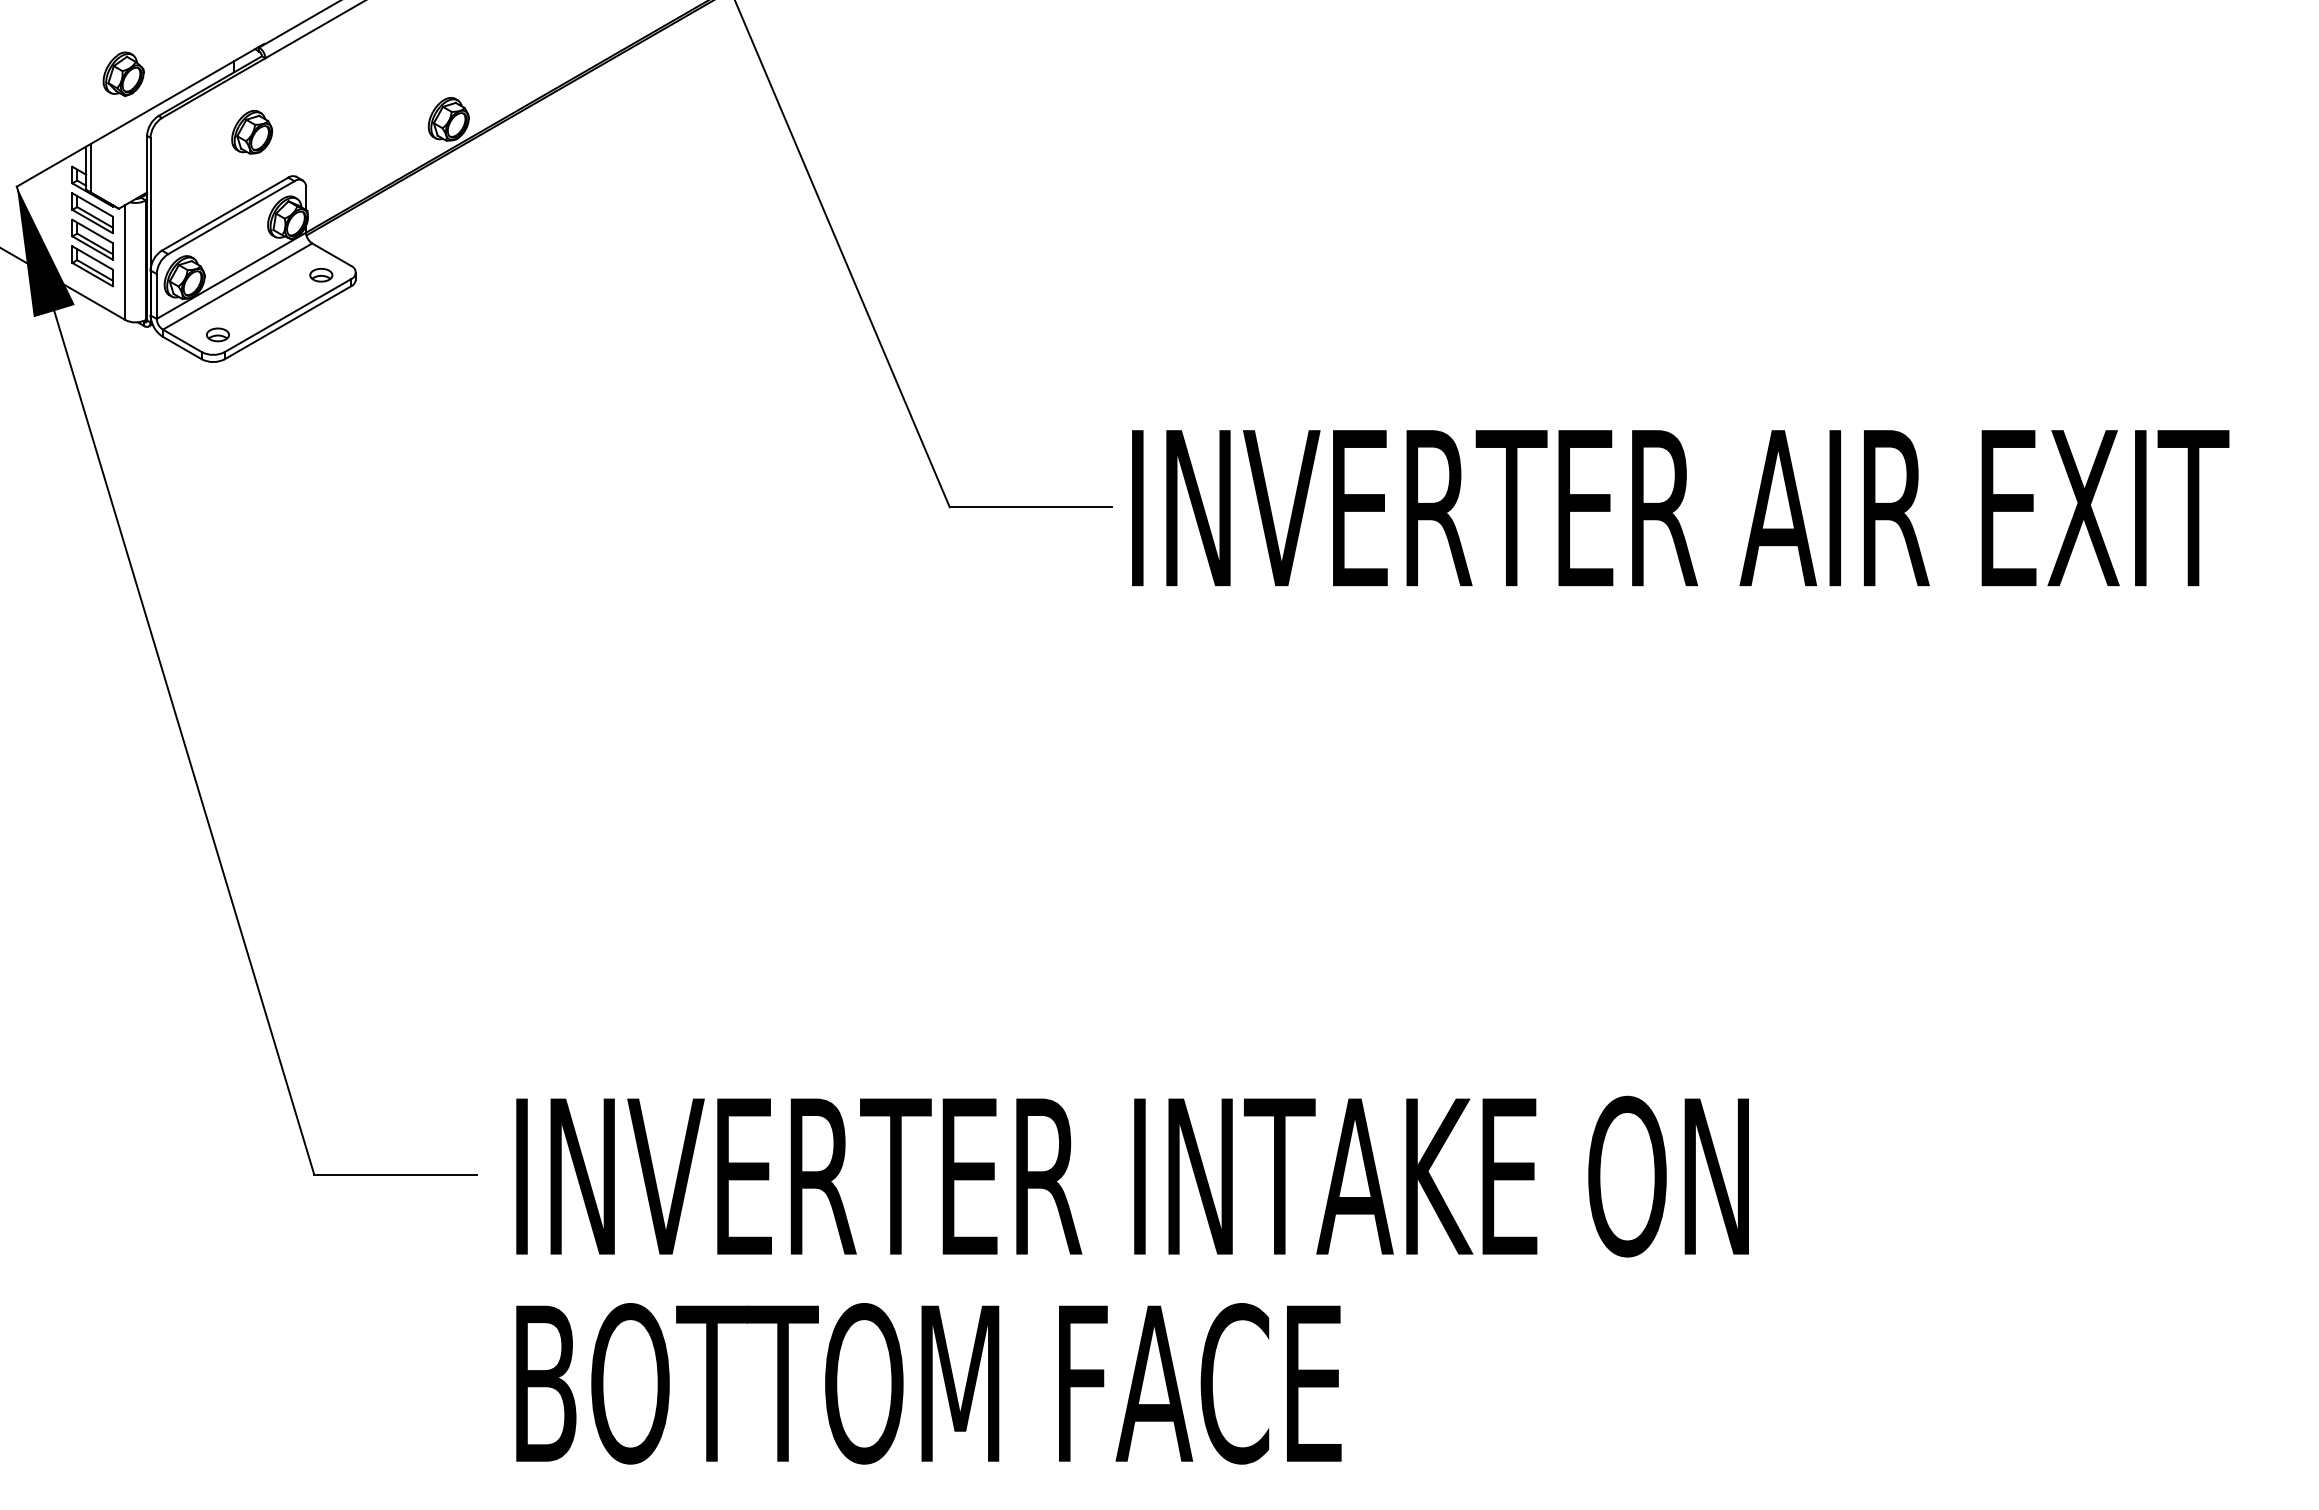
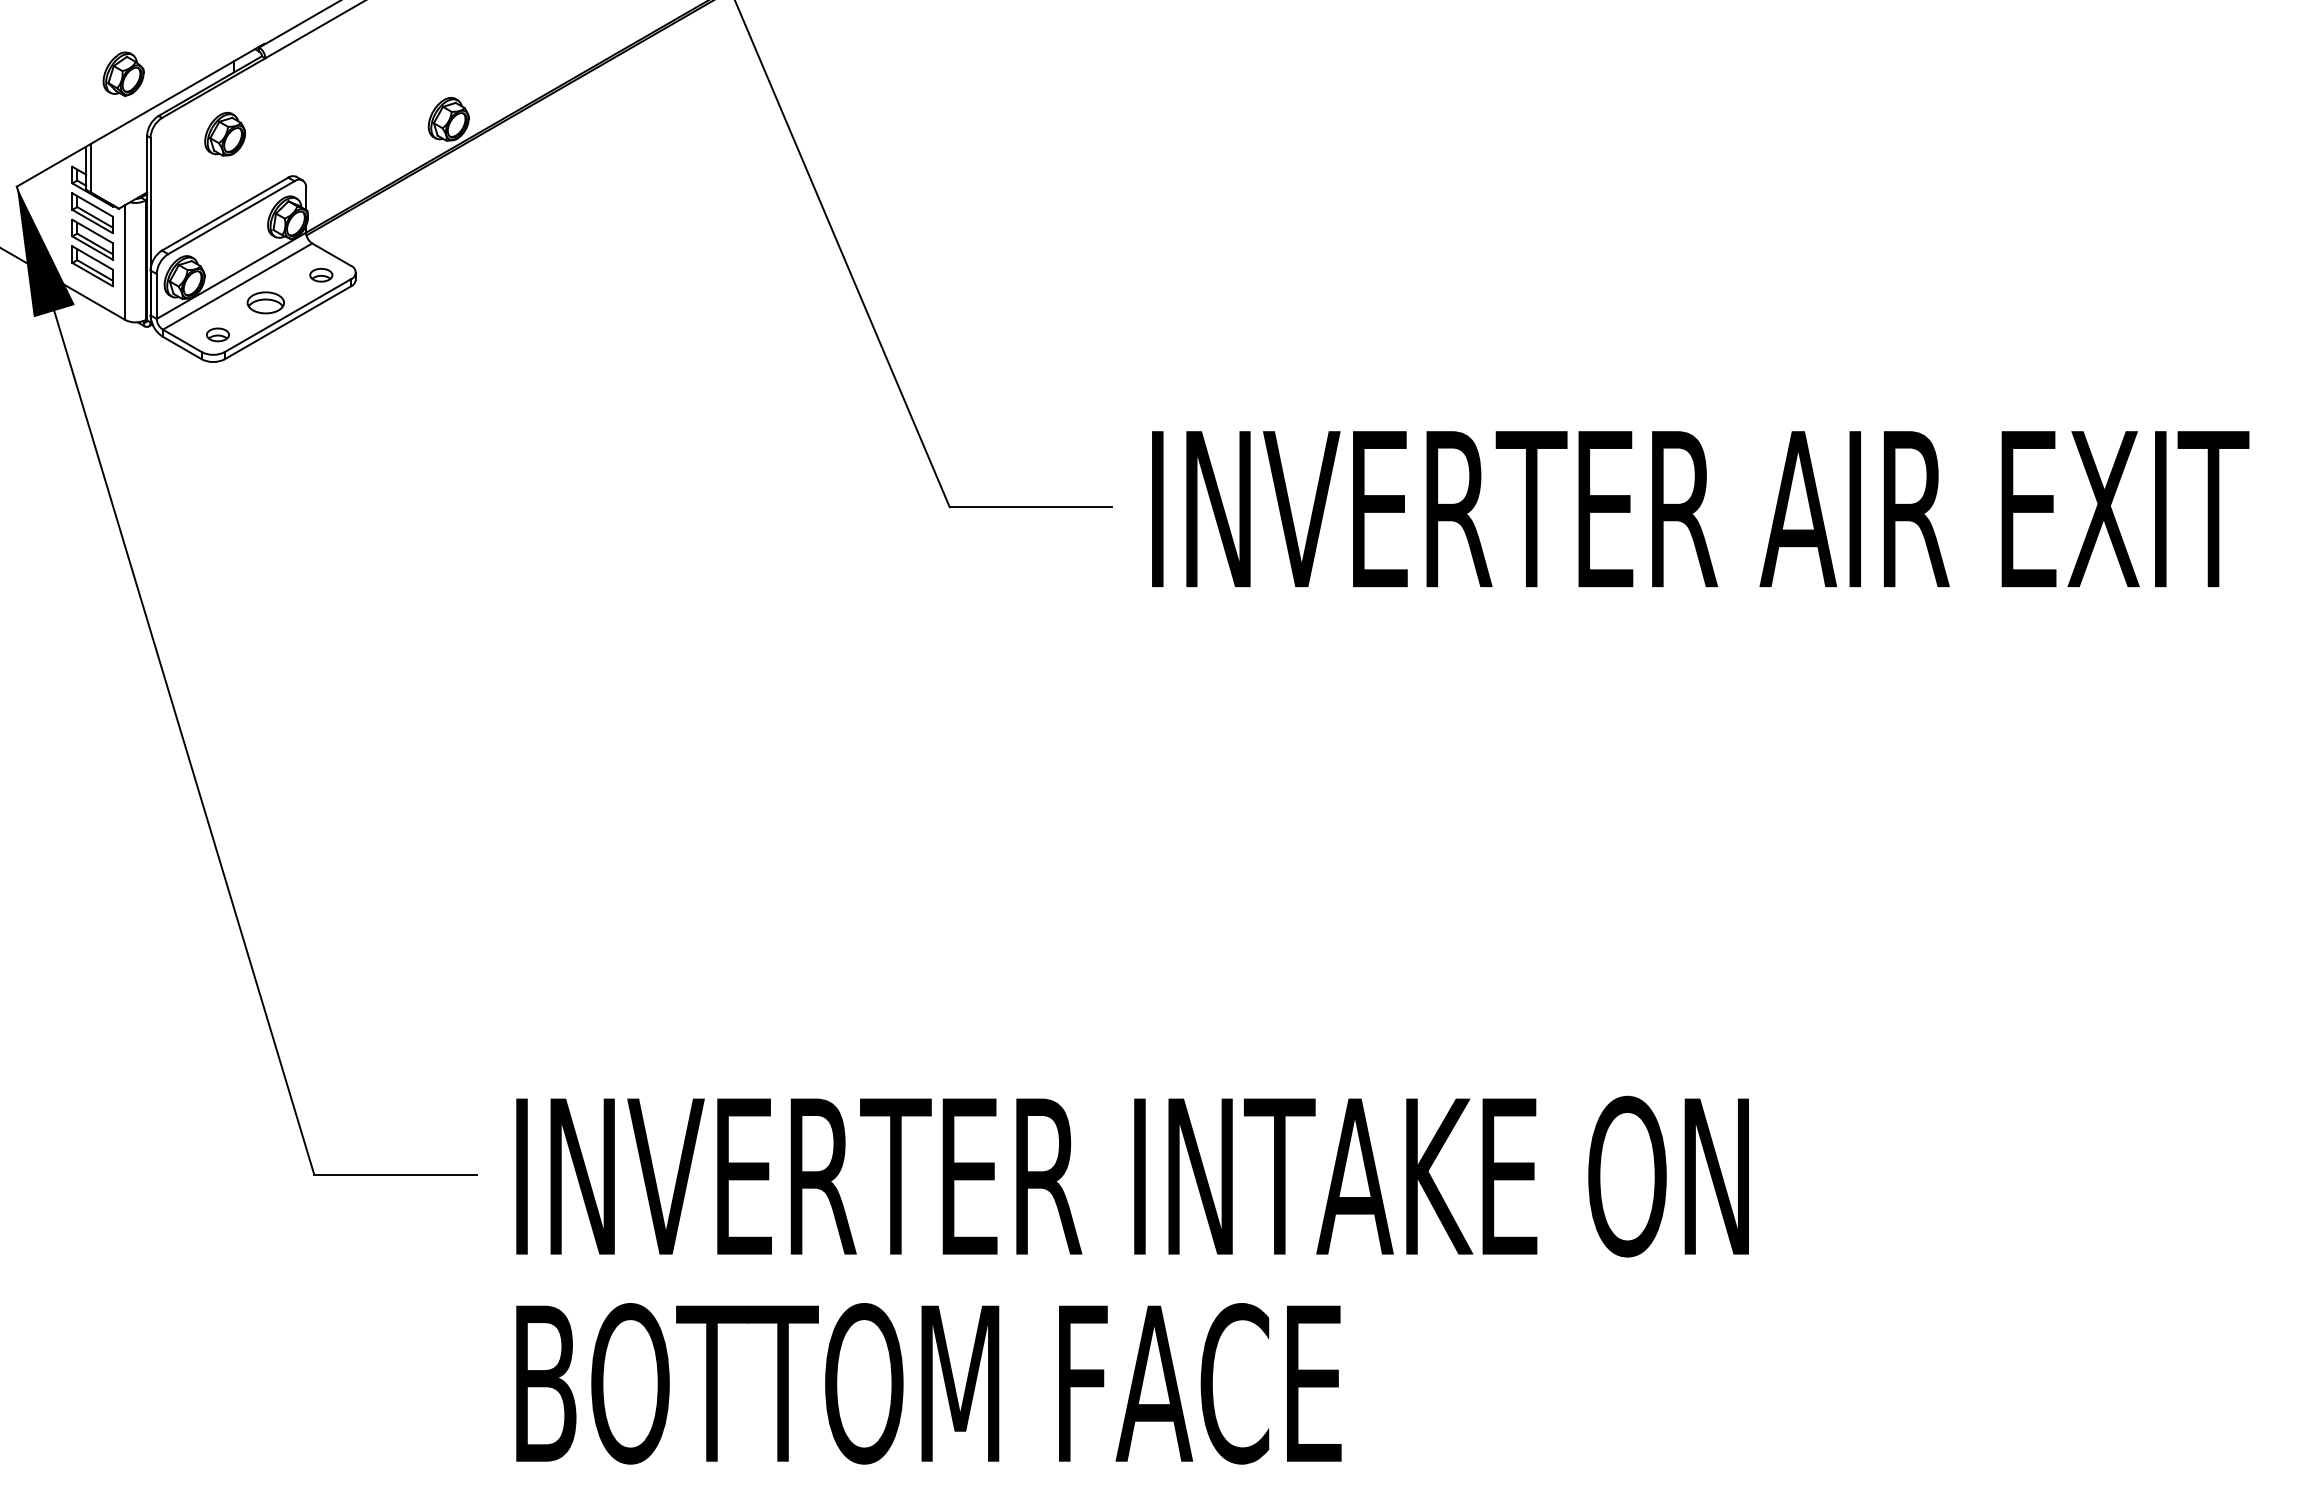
part at (252, 131) position: (252, 131) -> (225, 133)
part at (265, 302): none -> present
text at (1680, 508) position: (1680, 508) -> (1700, 509)
